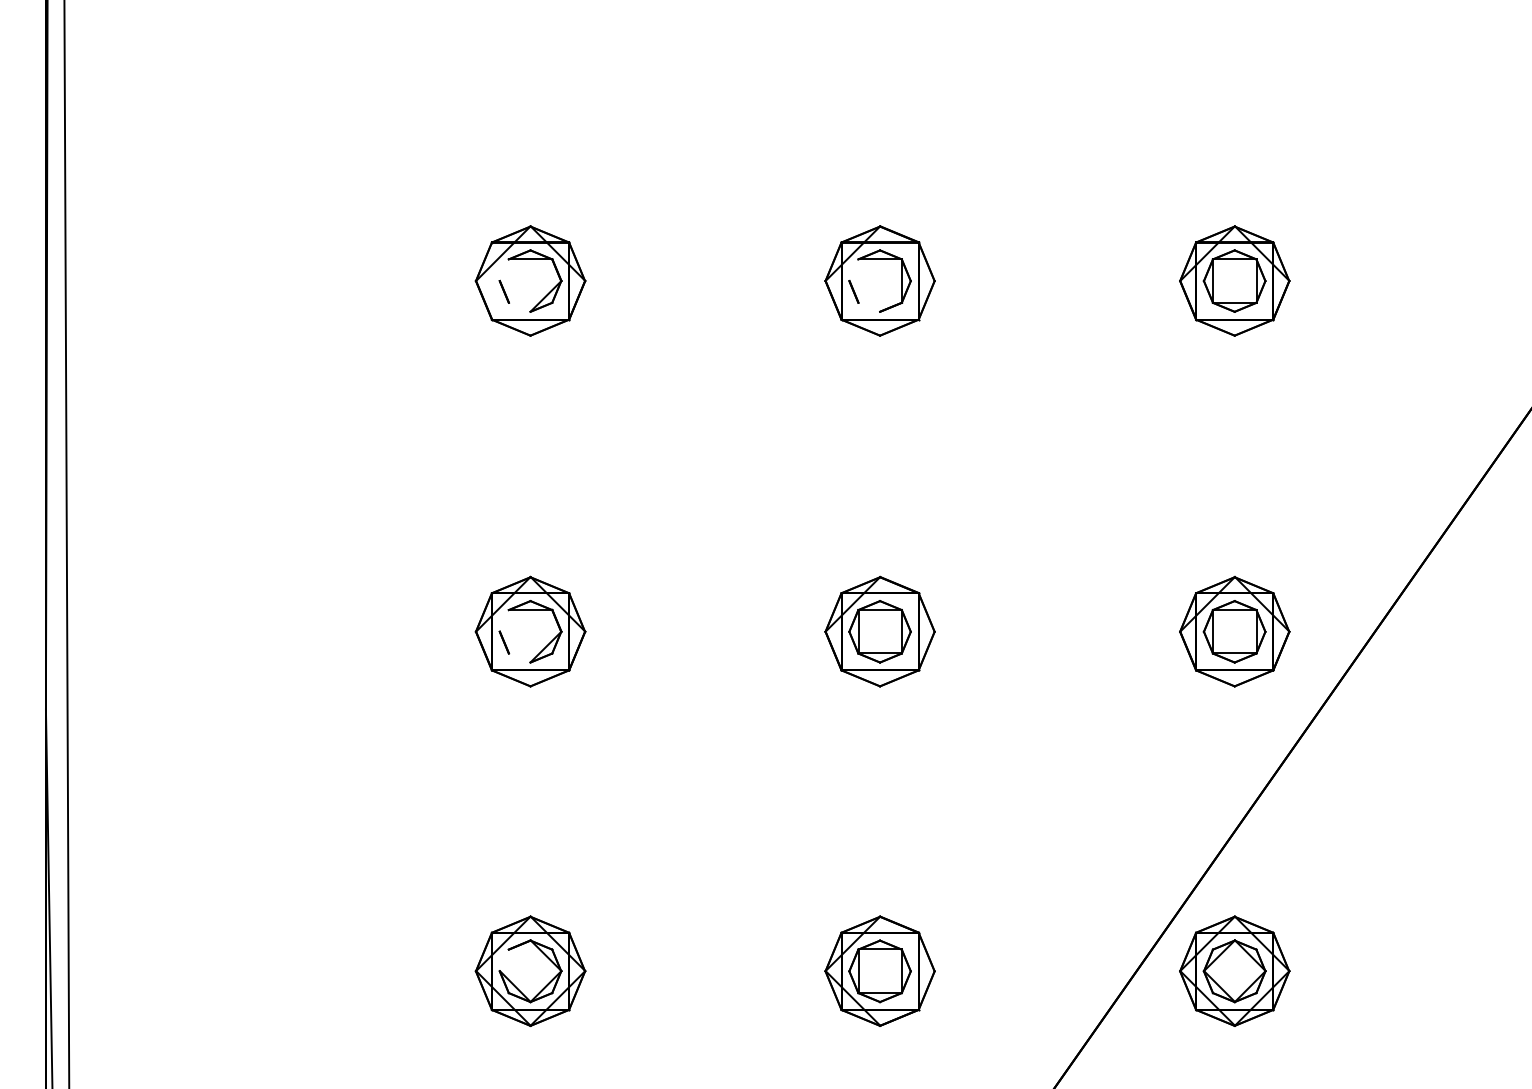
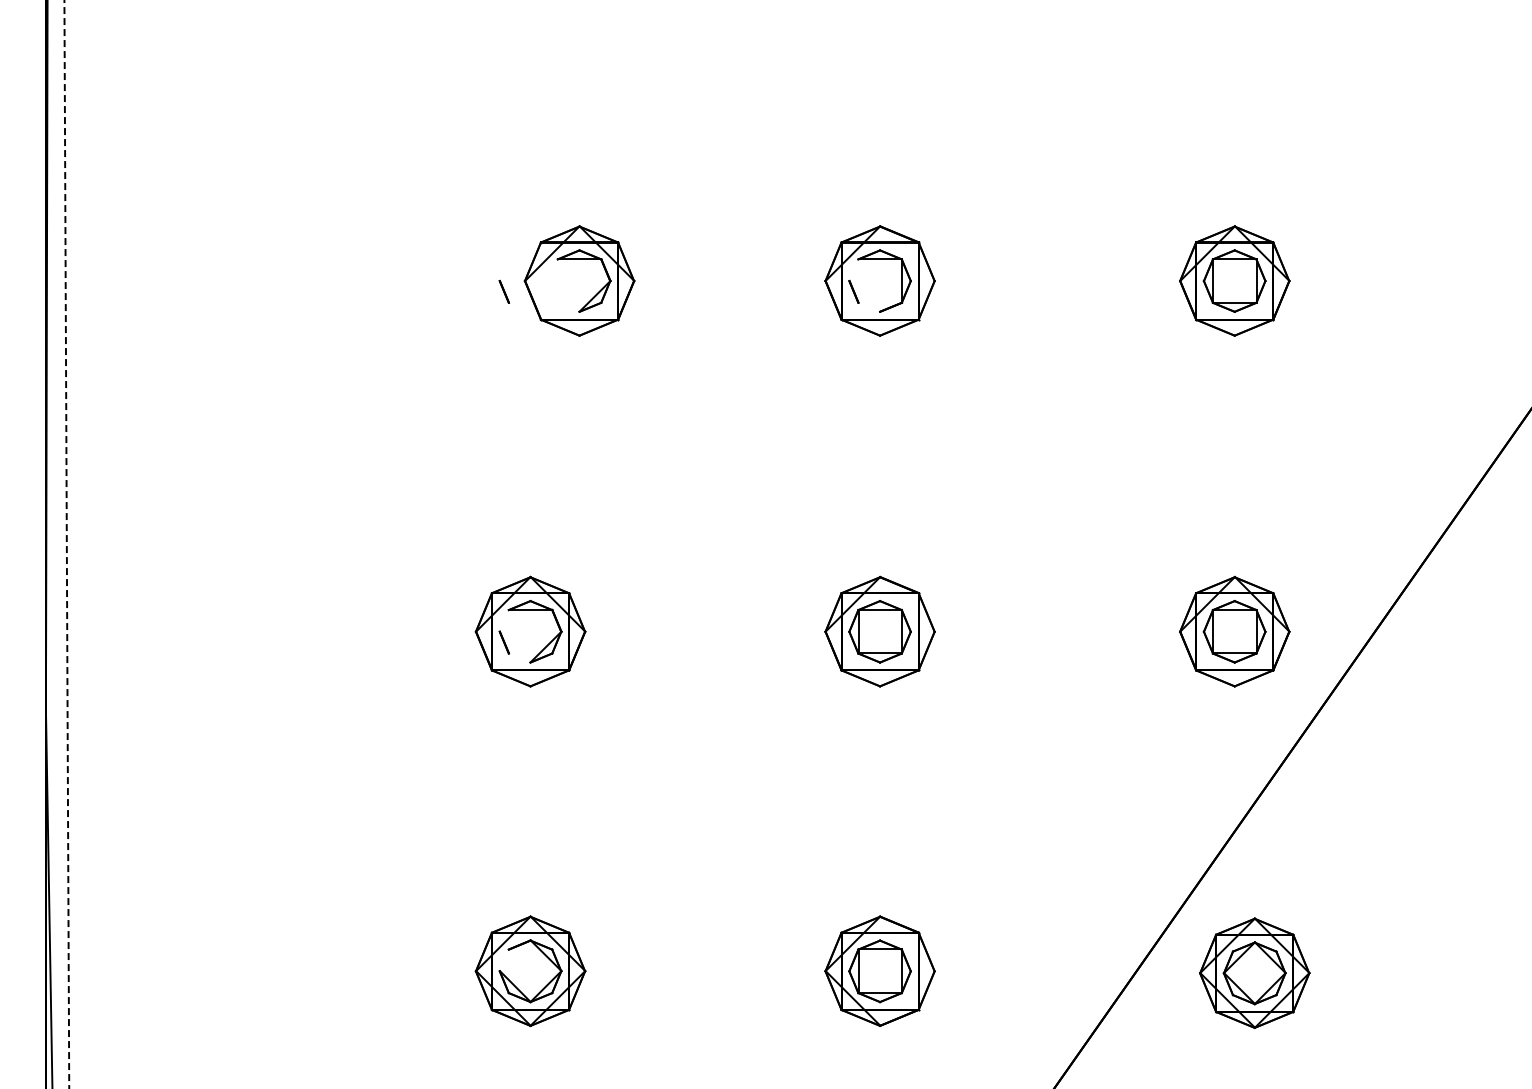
part at (530, 280) position: (530, 280) -> (579, 280)
line at (66, 544): solid -> dashed
part at (1234, 970) position: (1234, 970) -> (1254, 972)
